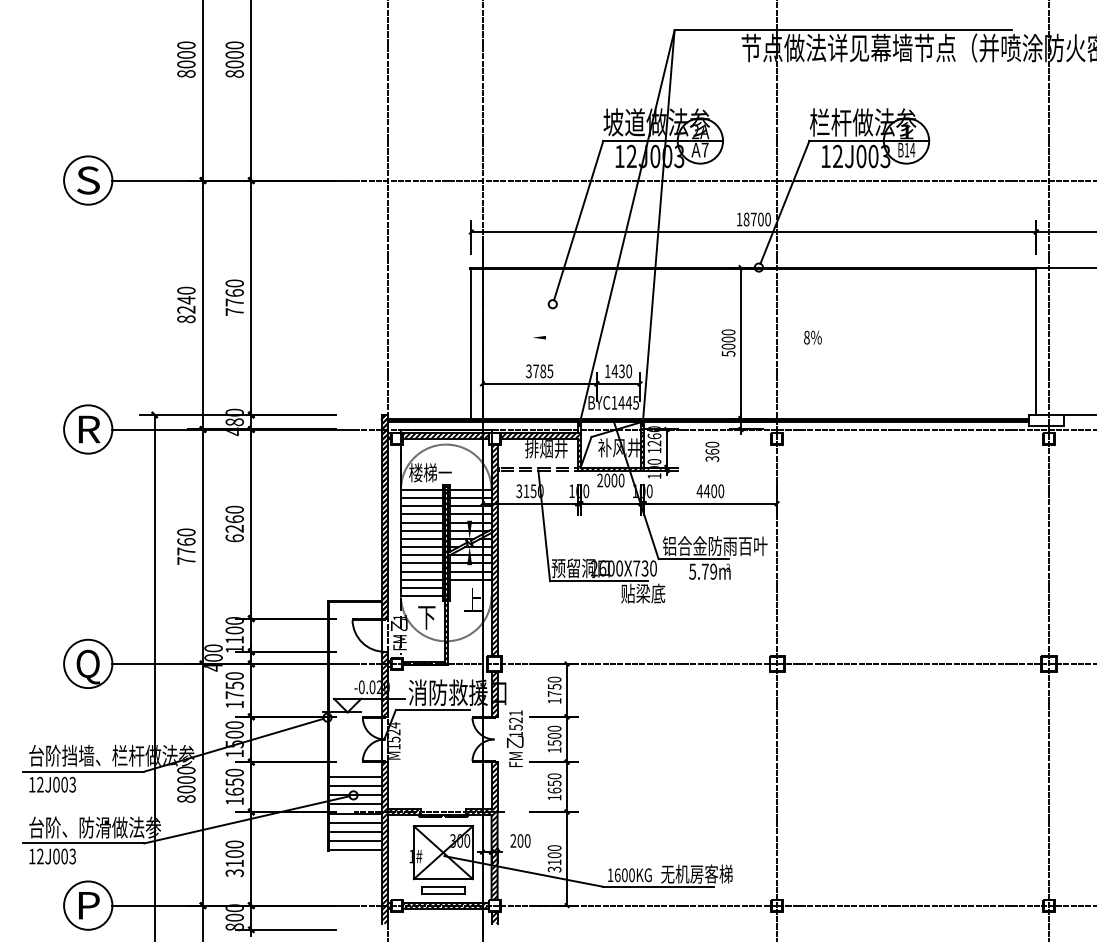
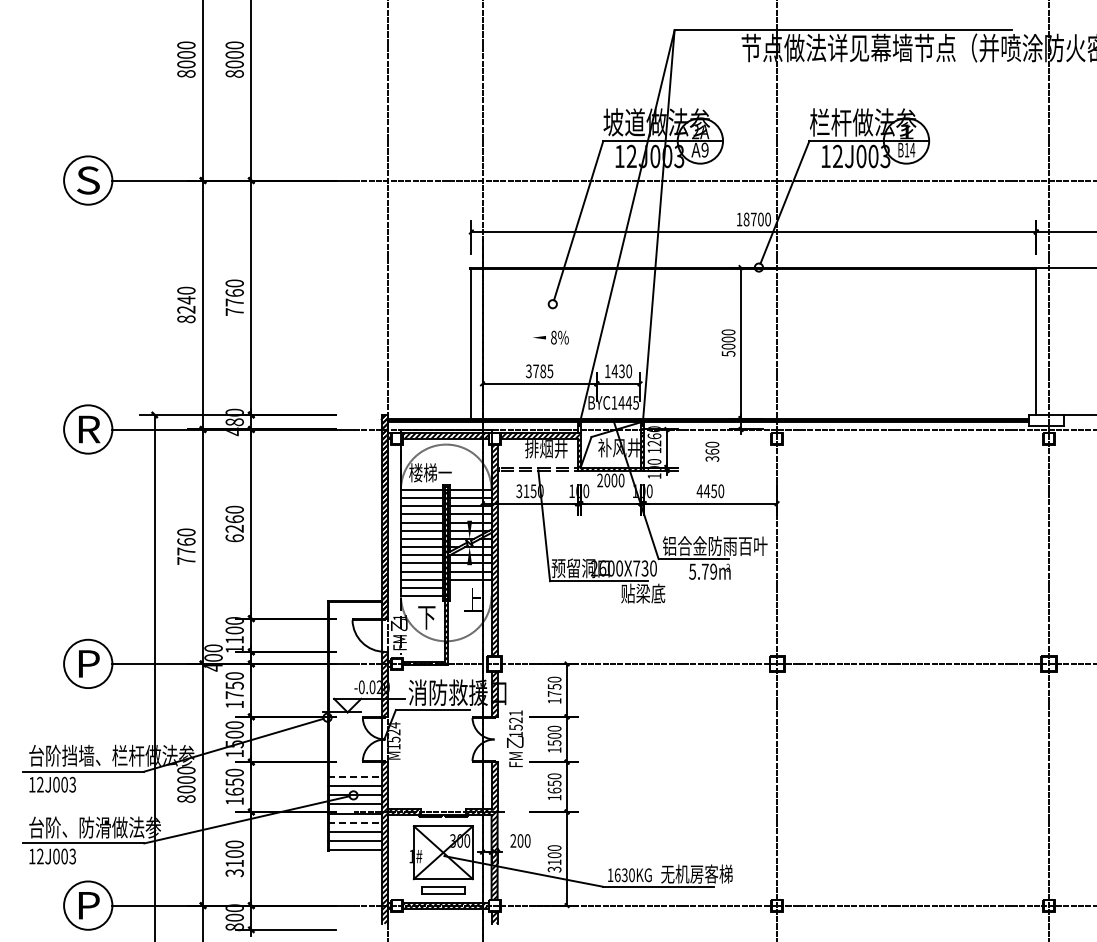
text at (704, 149): A7 -> A9
text at (812, 337) position: (812, 337) -> (559, 337)
text at (714, 490): 4400 -> 4450
text at (88, 666): Q -> P
line at (355, 777): solid -> dashed
line at (355, 822): solid -> dashed
text at (624, 874): 1600KG -> 1630KG
